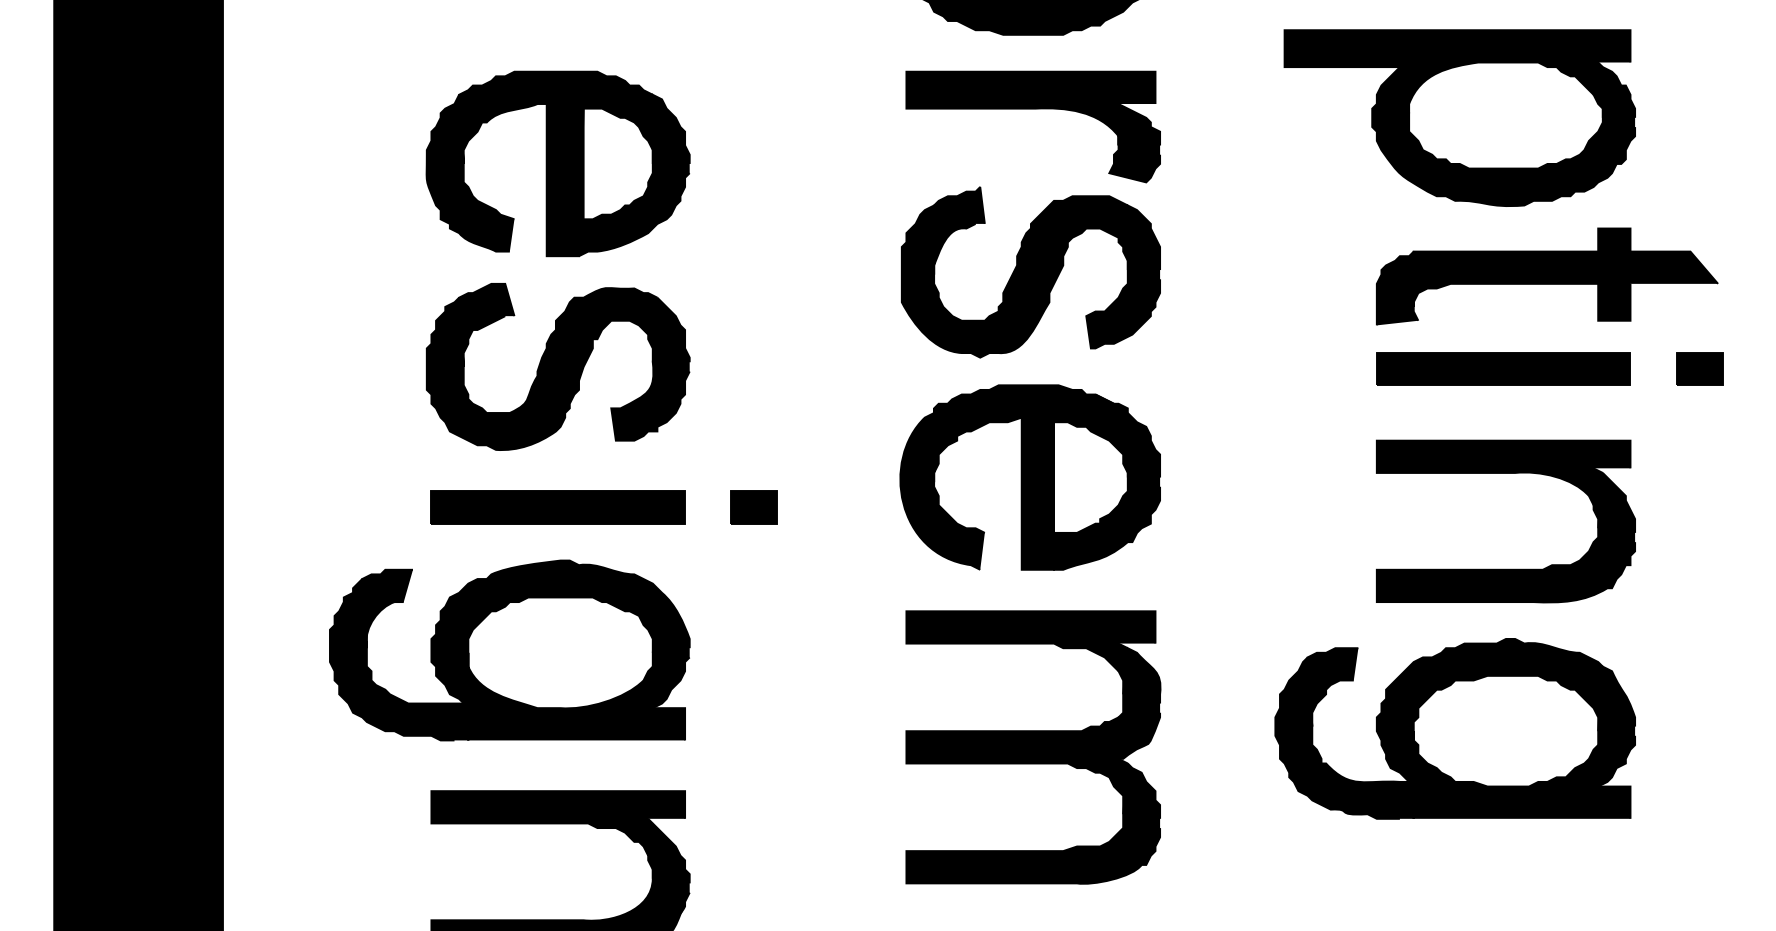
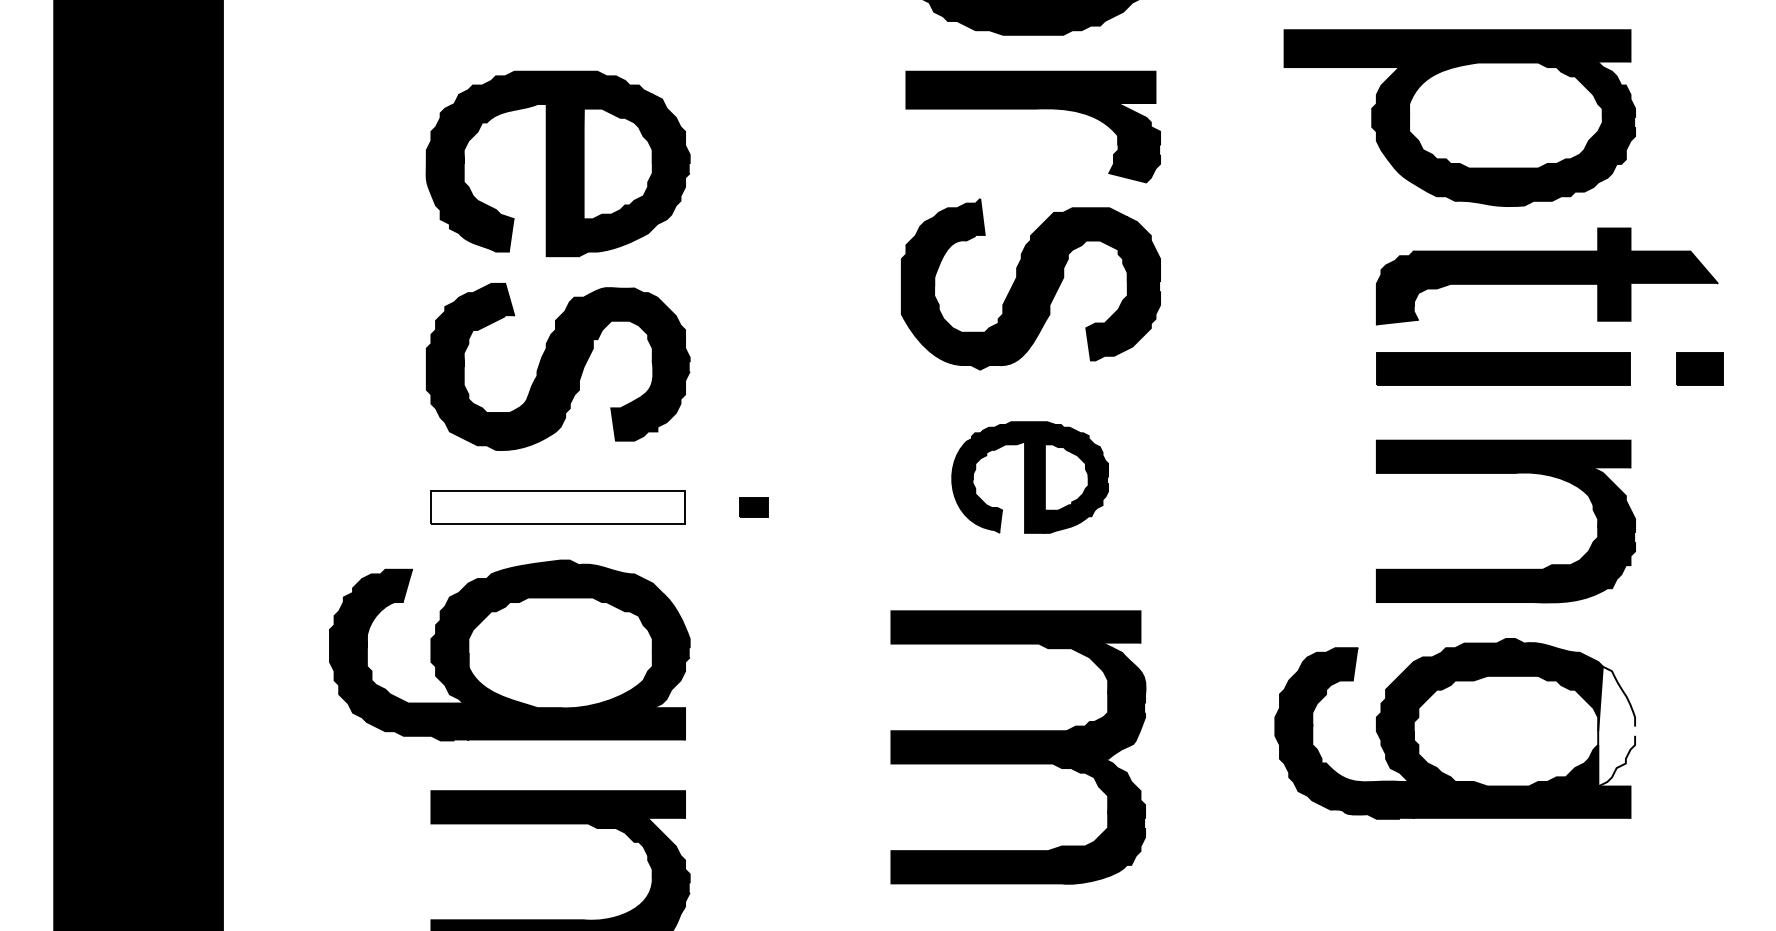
part at (1030, 272) position: (1030, 272) -> (1030, 284)
part at (1029, 477) size: 262x187 px -> 158x113 px
fill at (558, 507): present -> none
part at (753, 507) size: 48x35 px -> 30x21 px
fill at (1616, 726): present -> none
part at (1033, 747) position: (1033, 747) -> (1018, 747)
